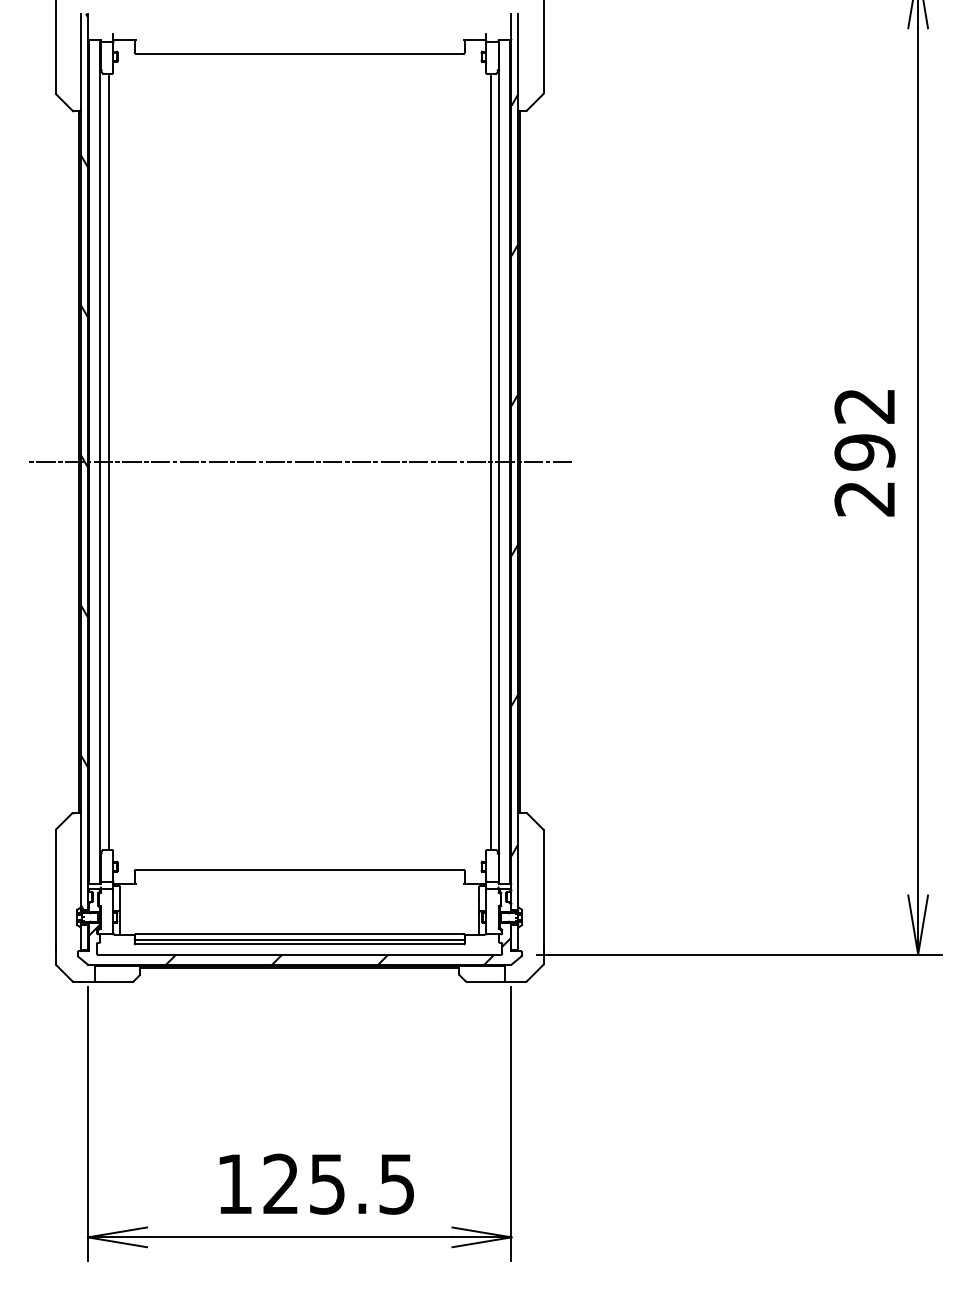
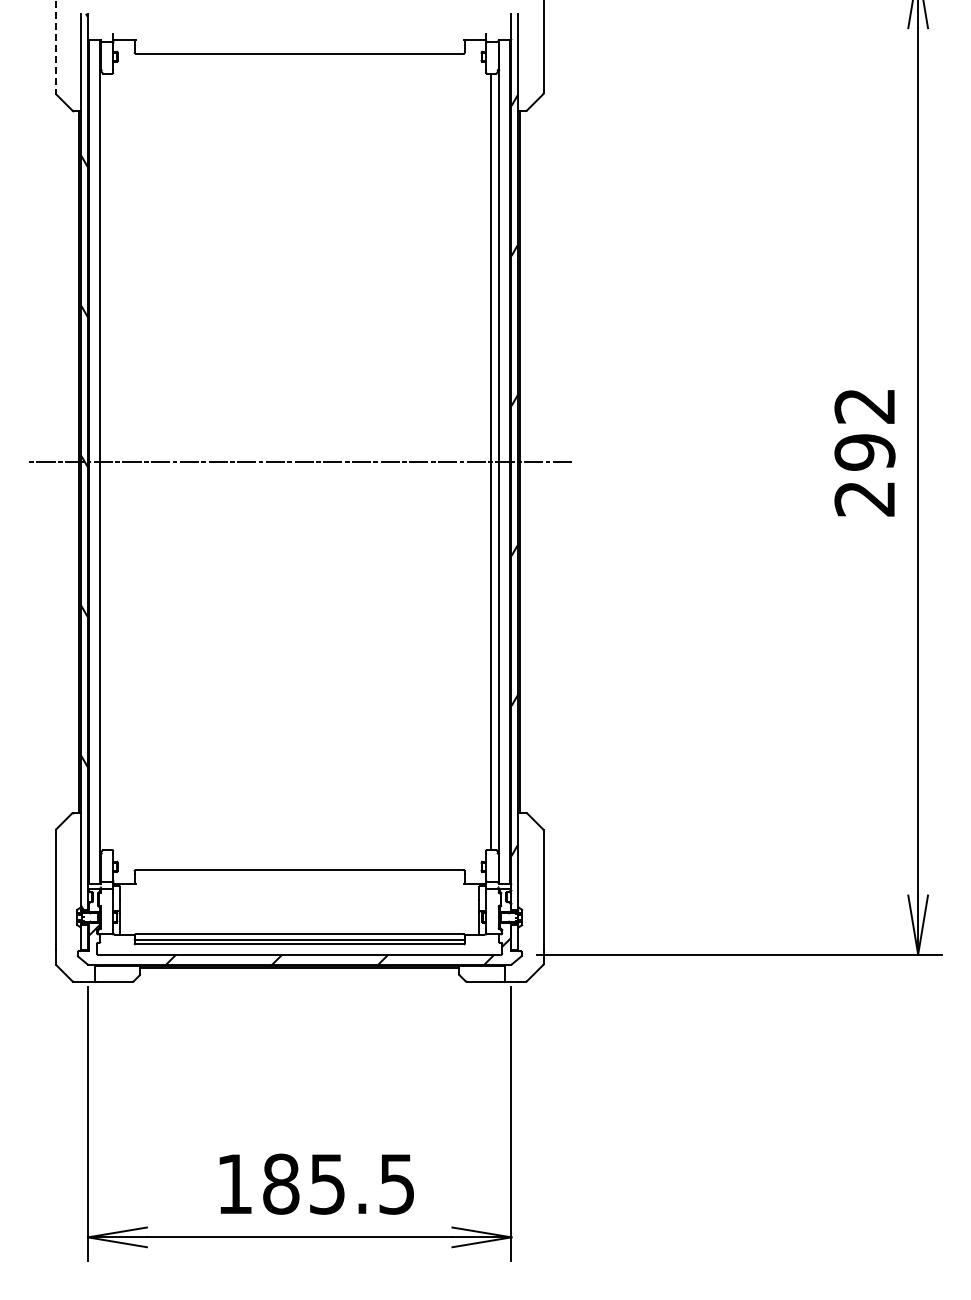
line at (55, 45): solid -> dashed
line at (108, 461): present -> none
text at (281, 1183): 125.5 -> 185.5
